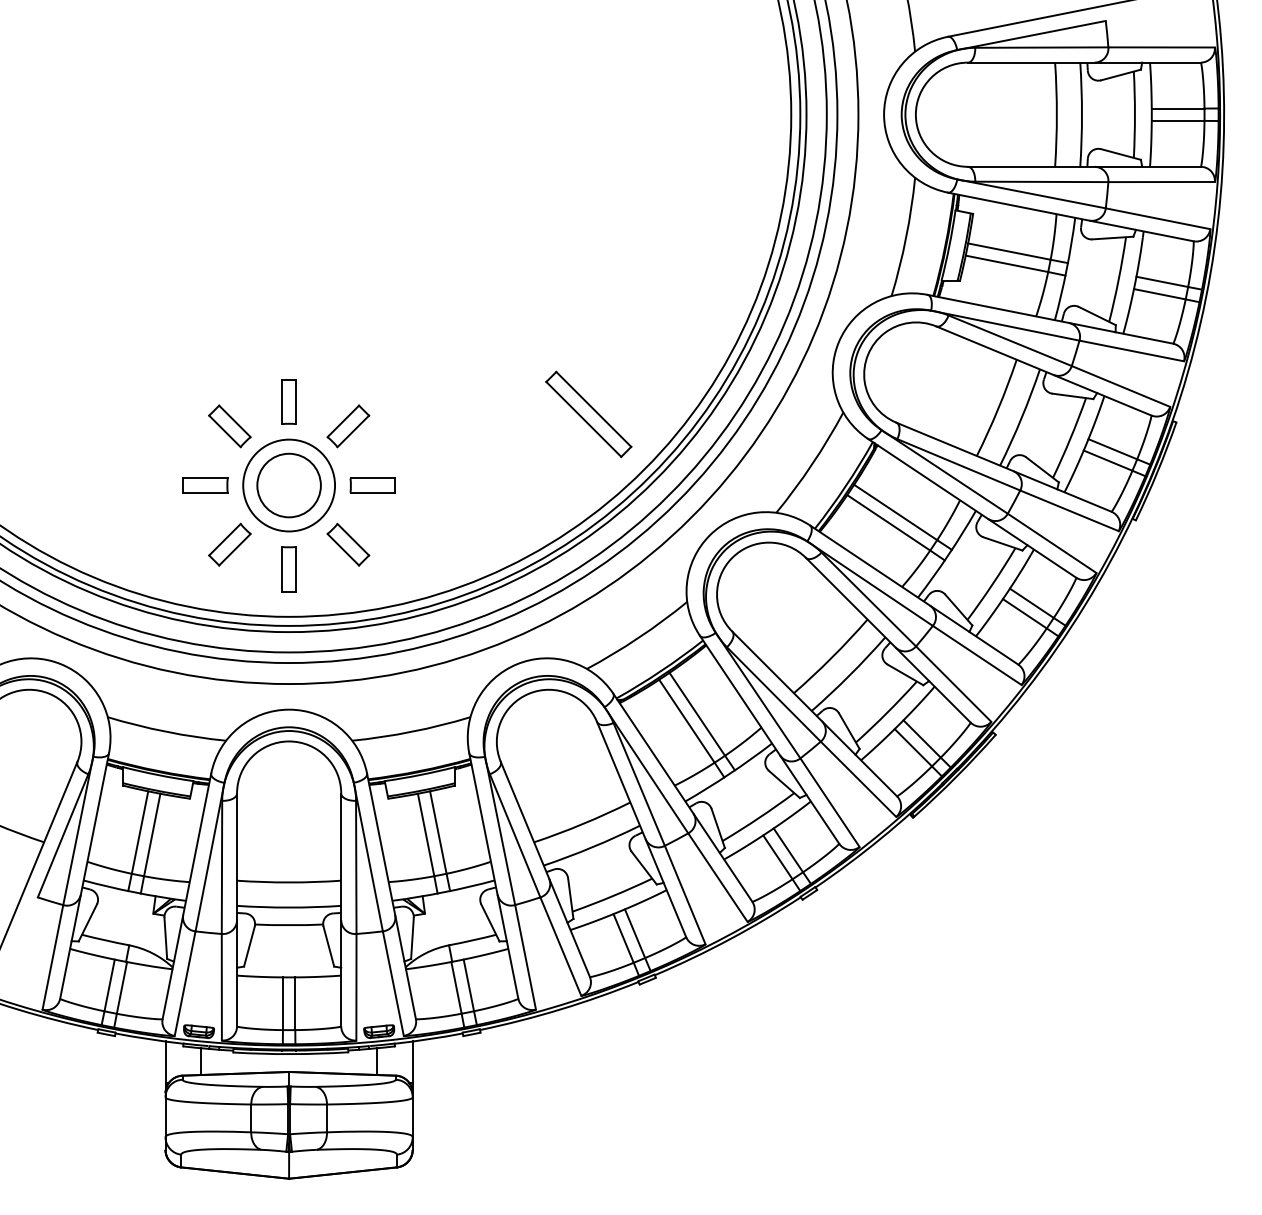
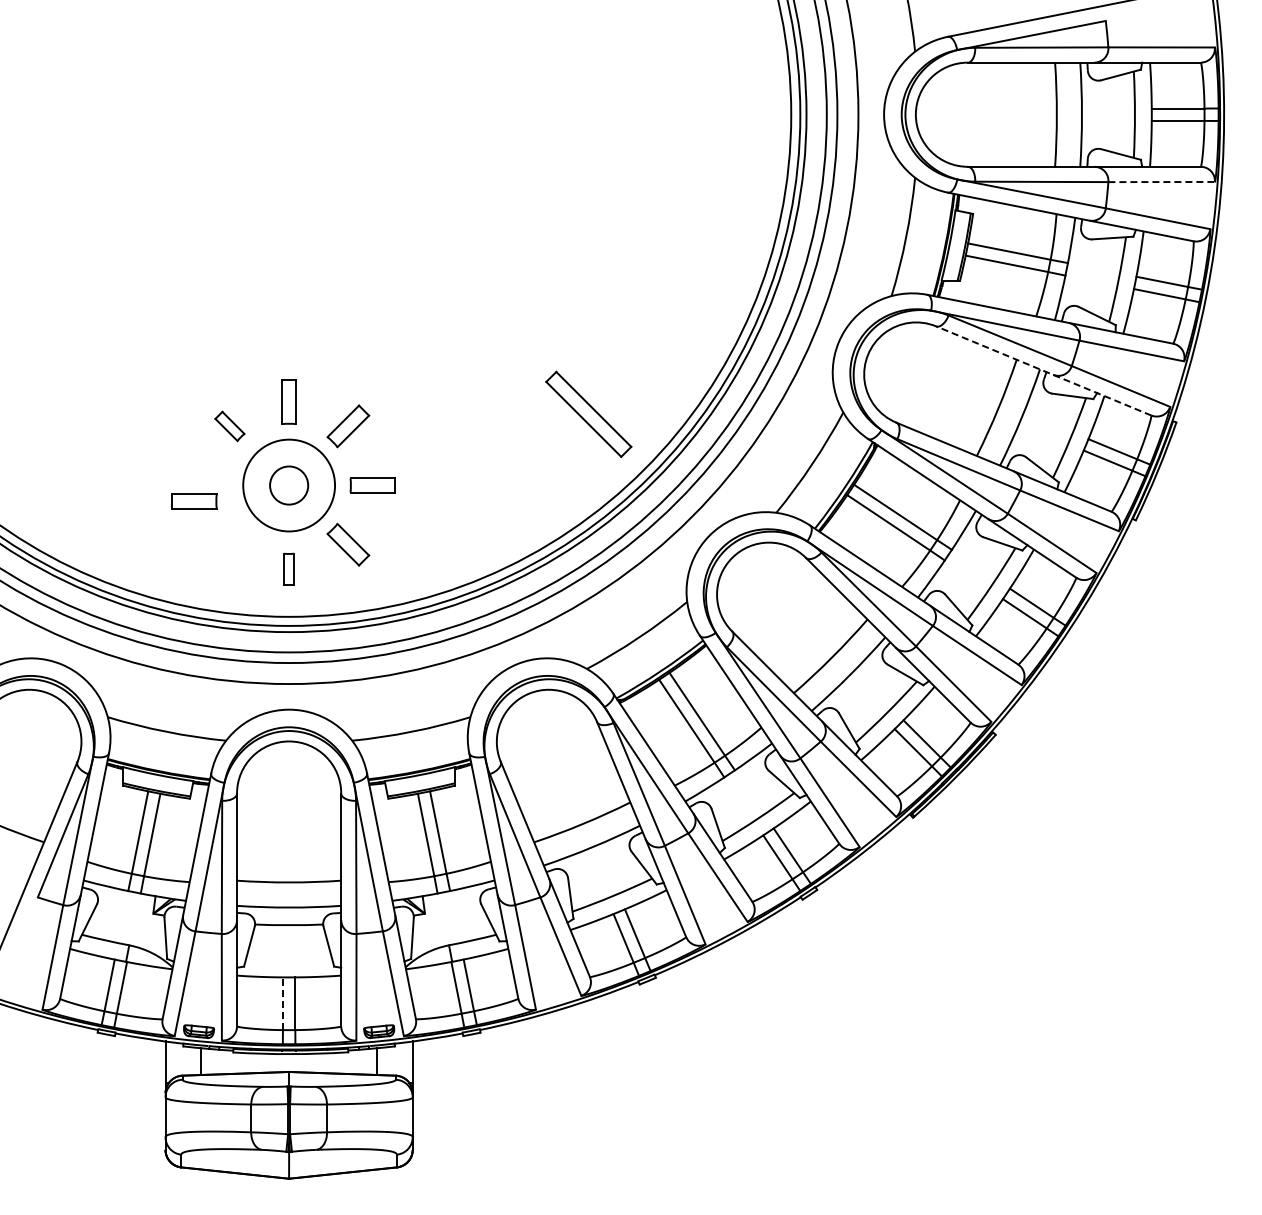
line at (1162, 182): solid -> dashed
line at (1043, 370): solid -> dashed
part at (229, 426) size: 44x45 px -> 32x32 px
part at (205, 485) position: (205, 485) -> (194, 501)
circle at (288, 485) diameter: 64 px -> 38 px
part at (229, 544): present -> none
part at (288, 569) size: 16x47 px -> 12x34 px
line at (282, 1003): solid -> dashed
